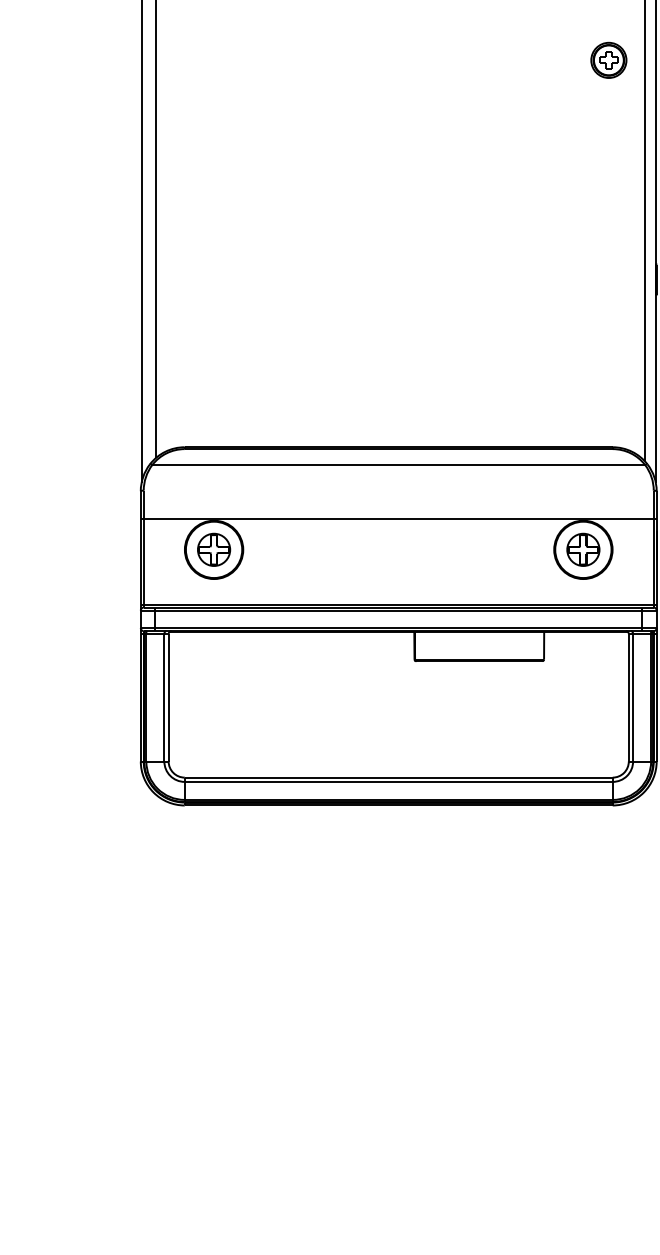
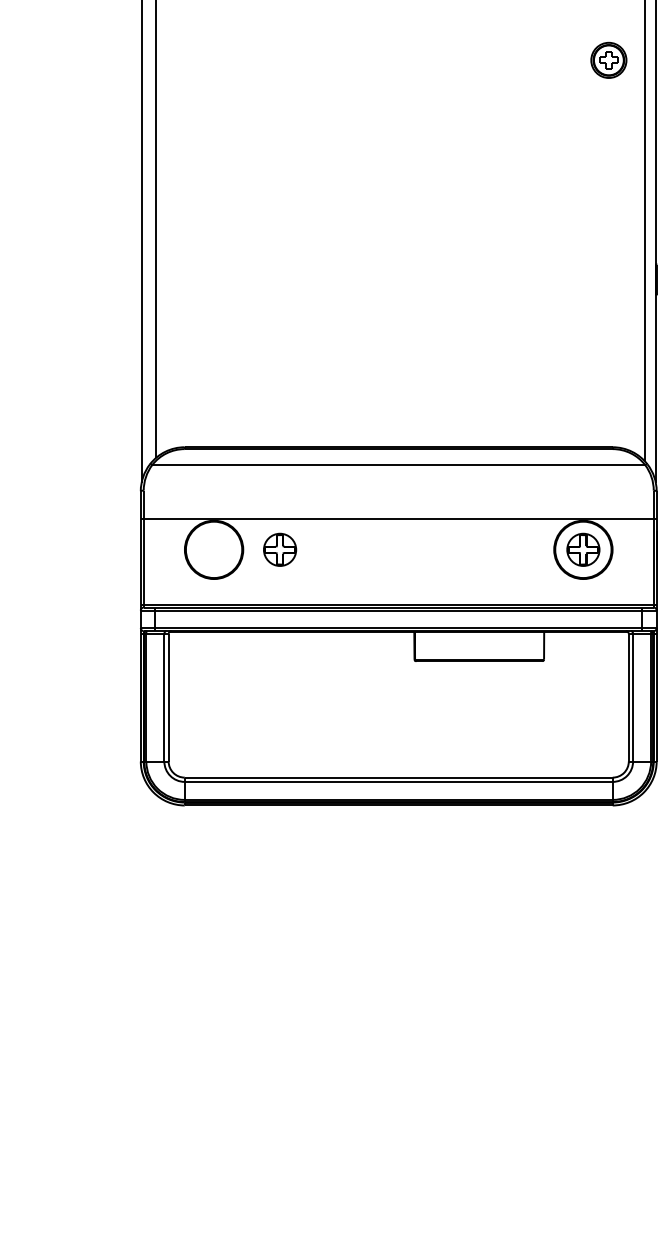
part at (214, 549) position: (214, 549) -> (280, 549)
